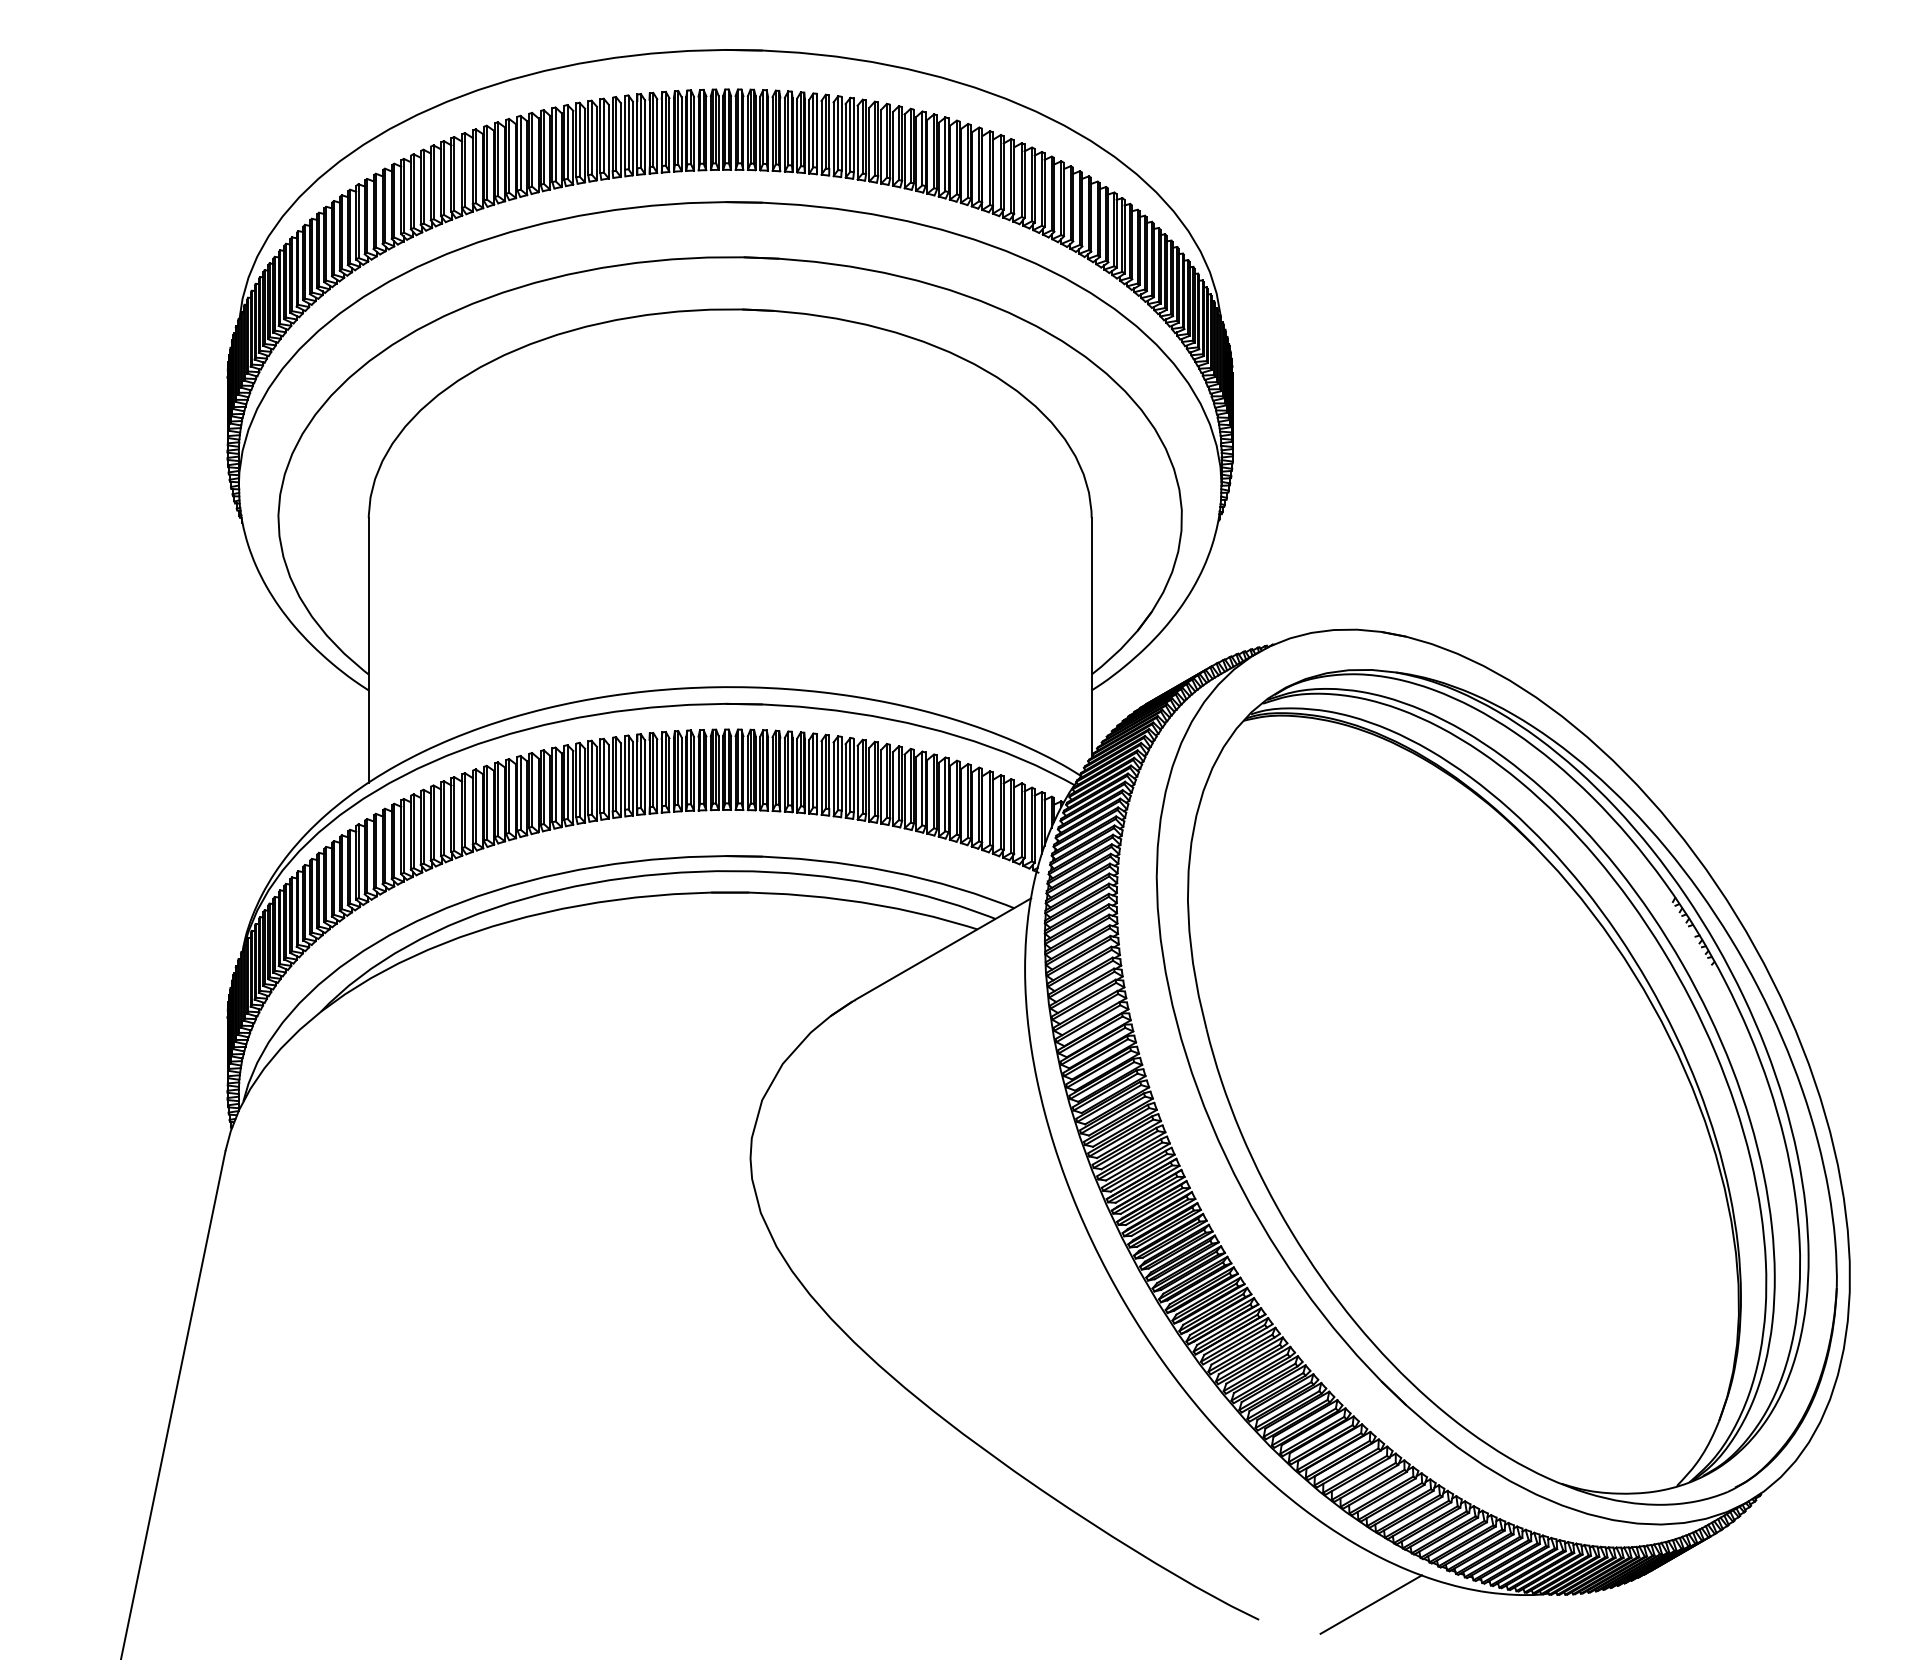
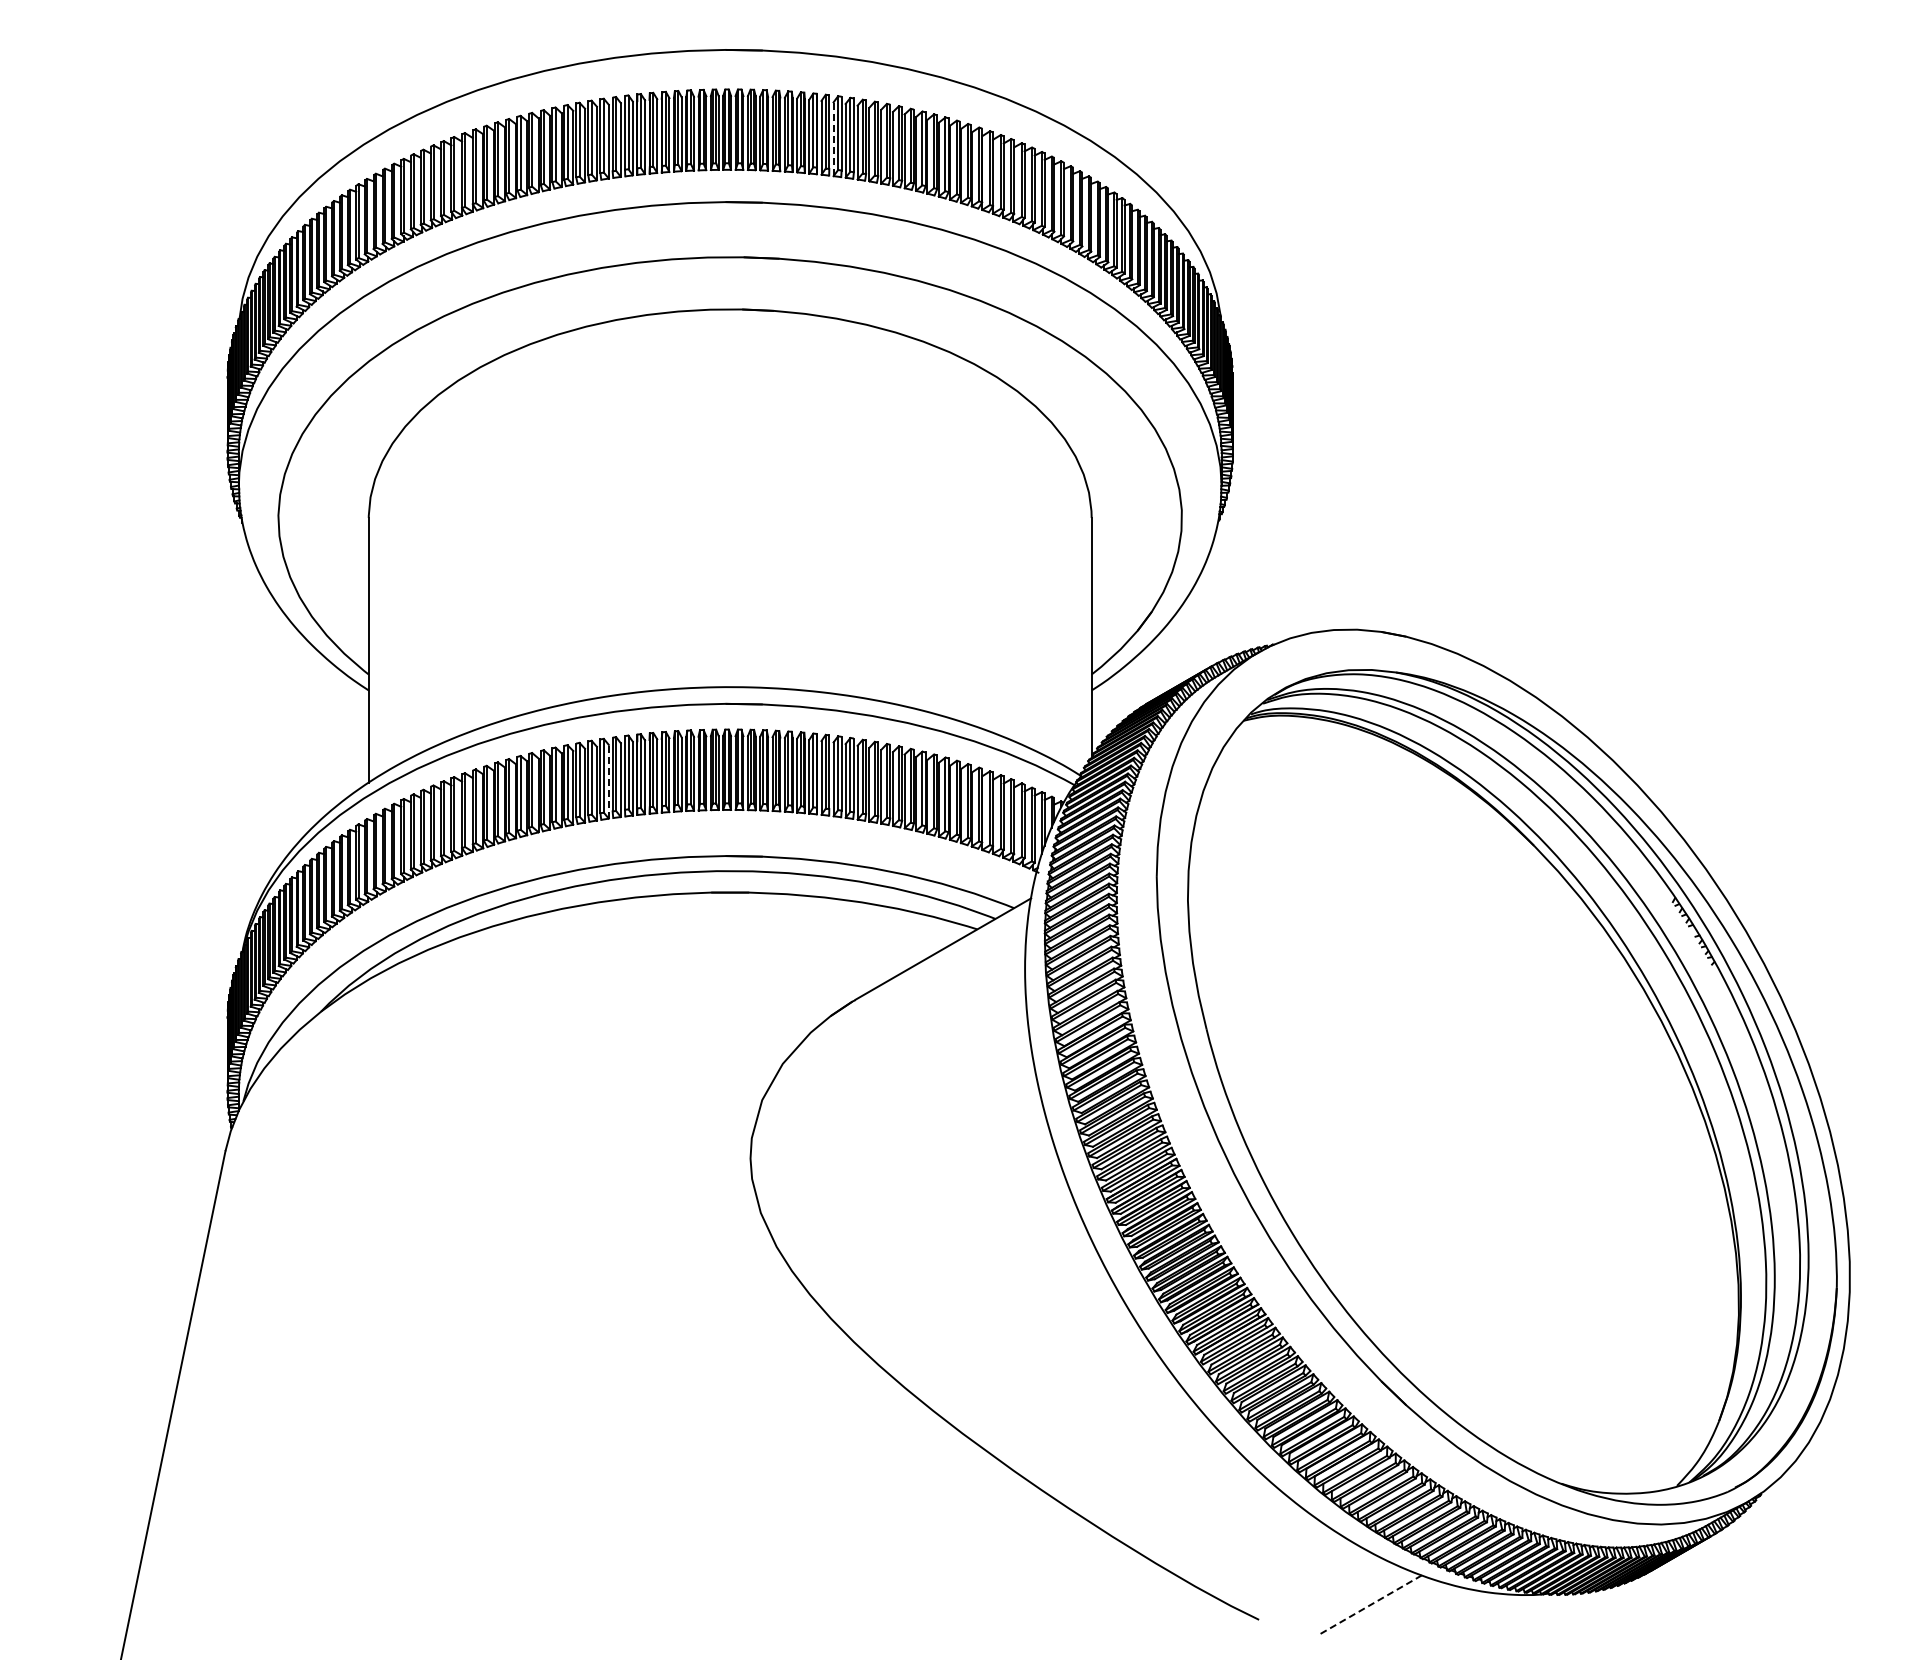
line at (833, 139): solid -> dashed
line at (608, 781): solid -> dashed
line at (1371, 1604): solid -> dashed
